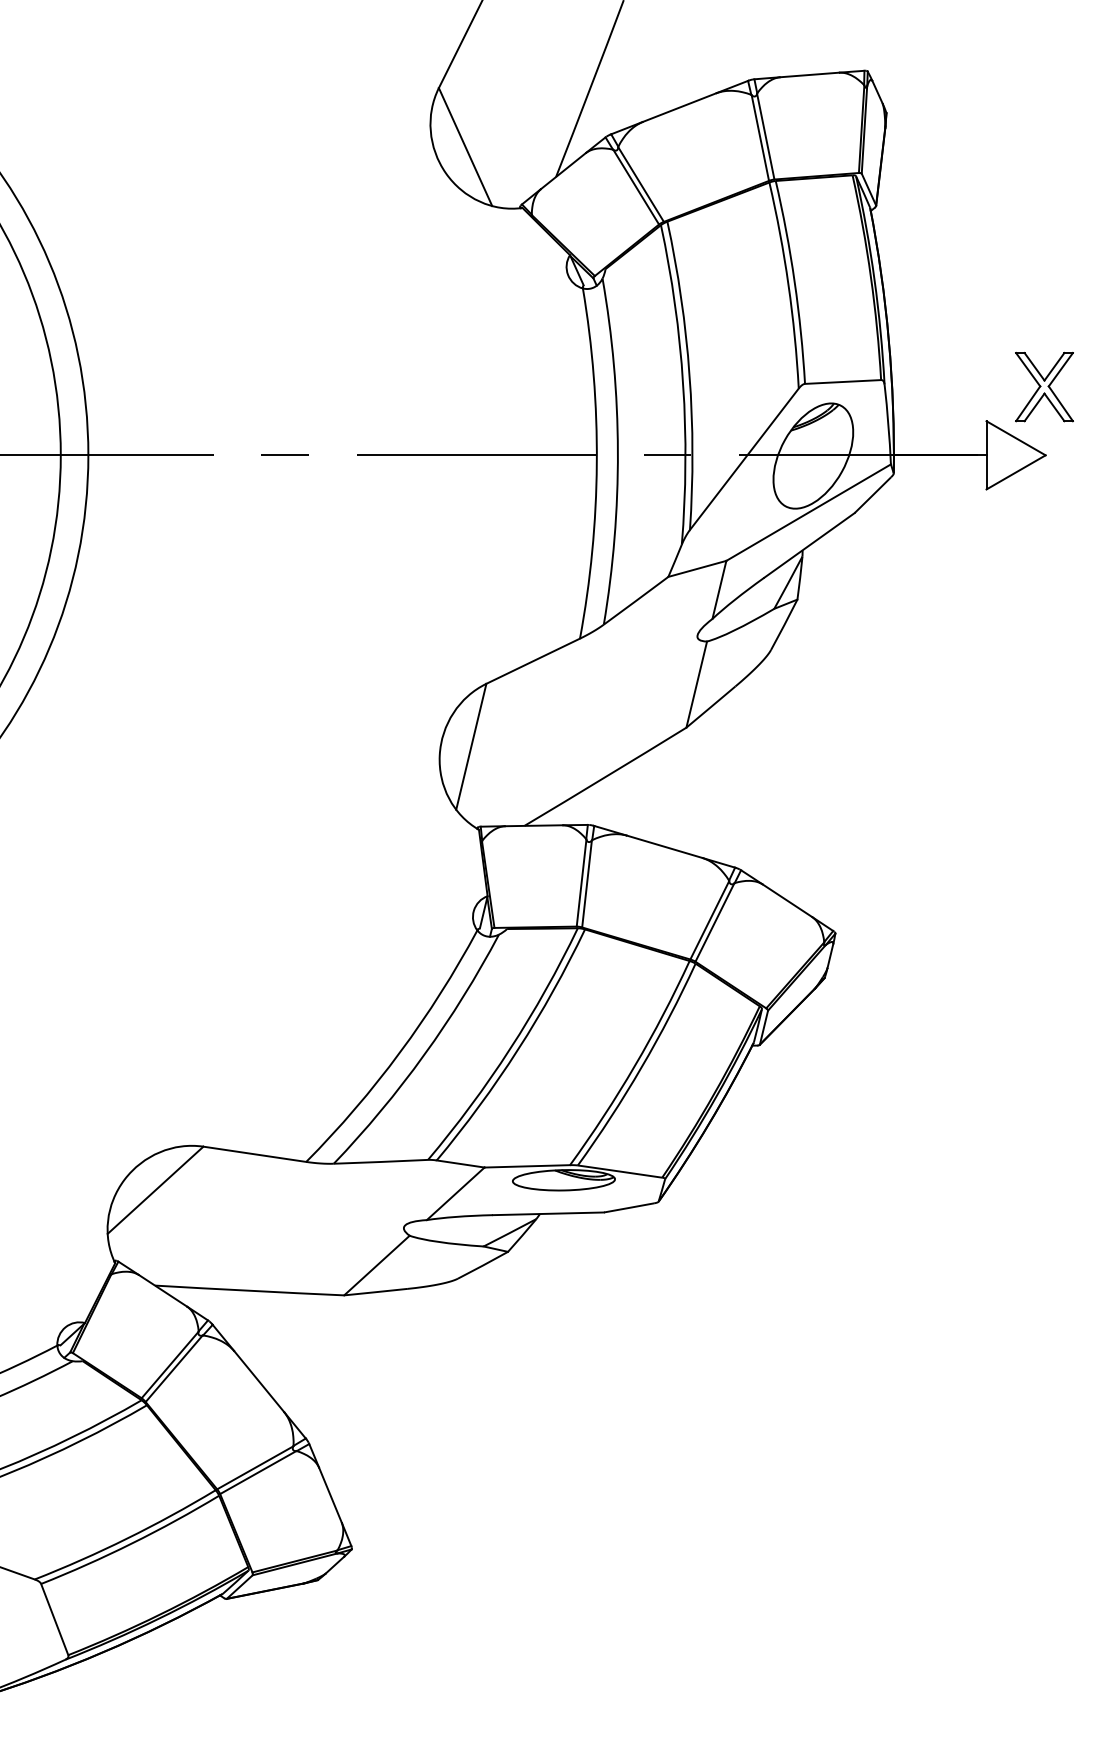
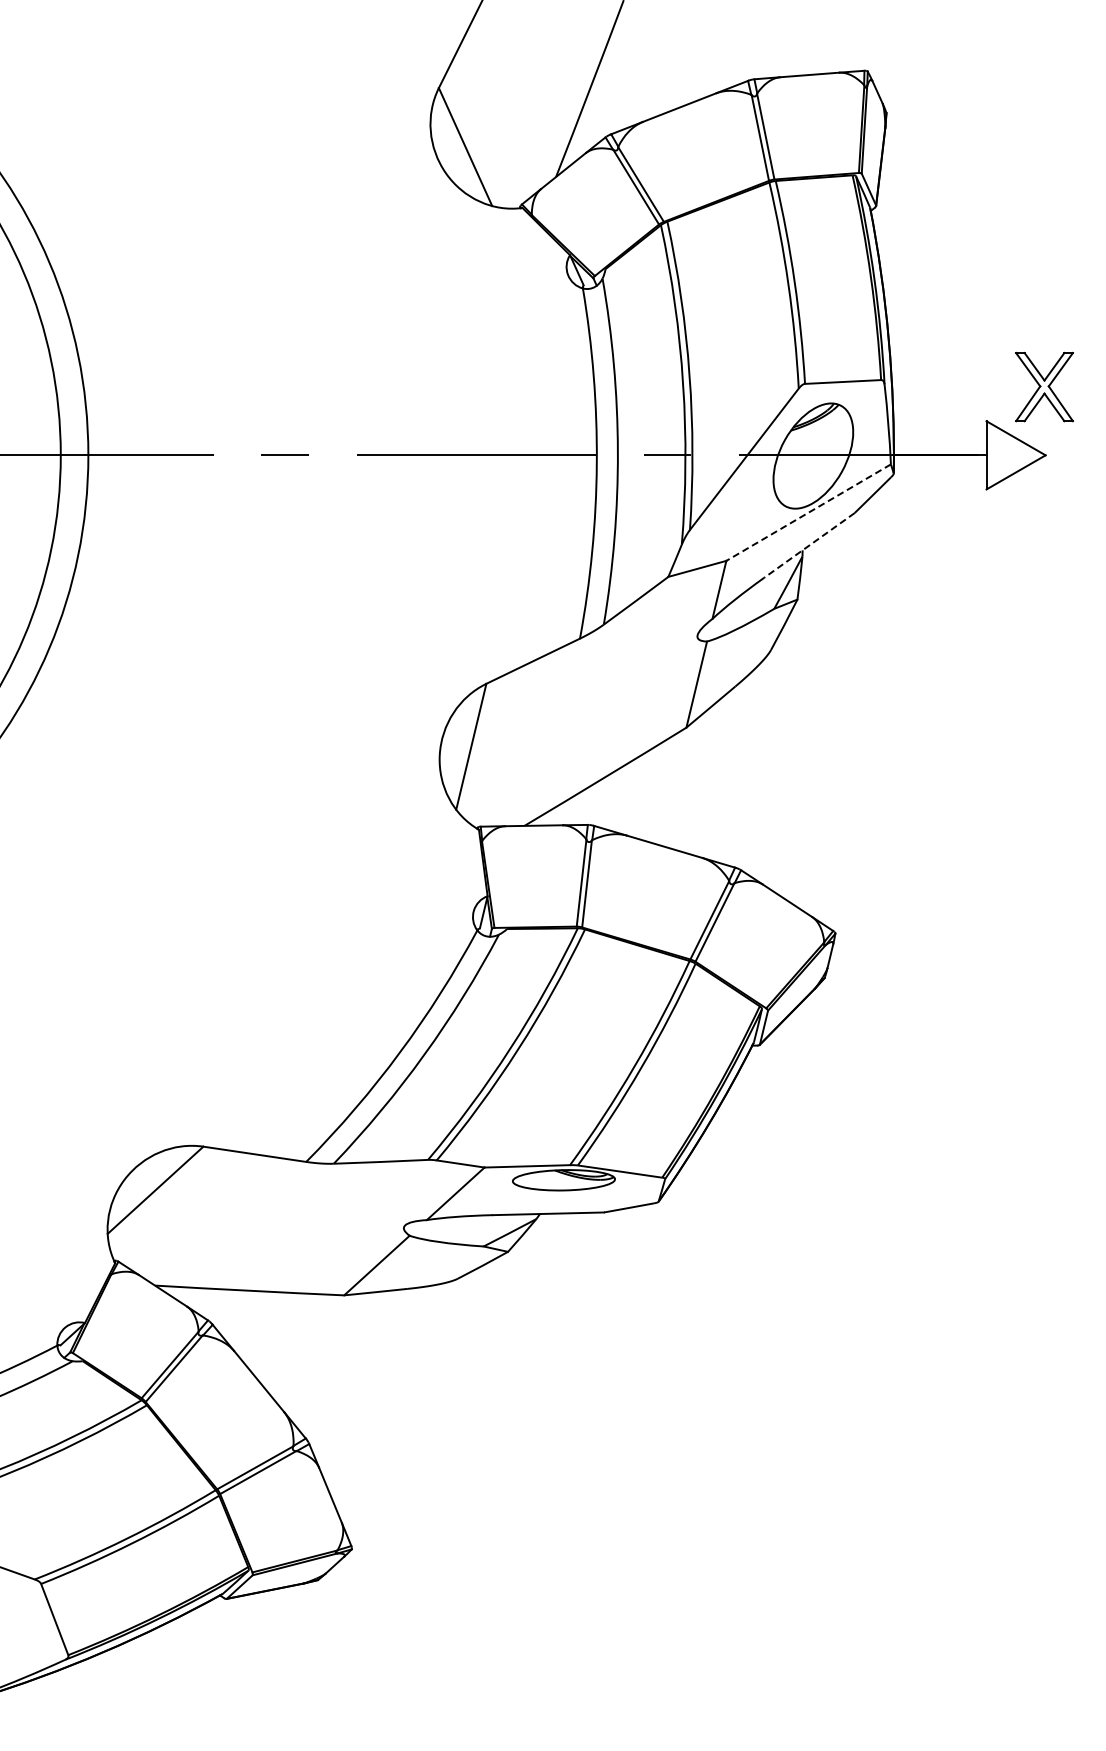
line at (808, 512): solid -> dashed
line at (809, 545): solid -> dashed
